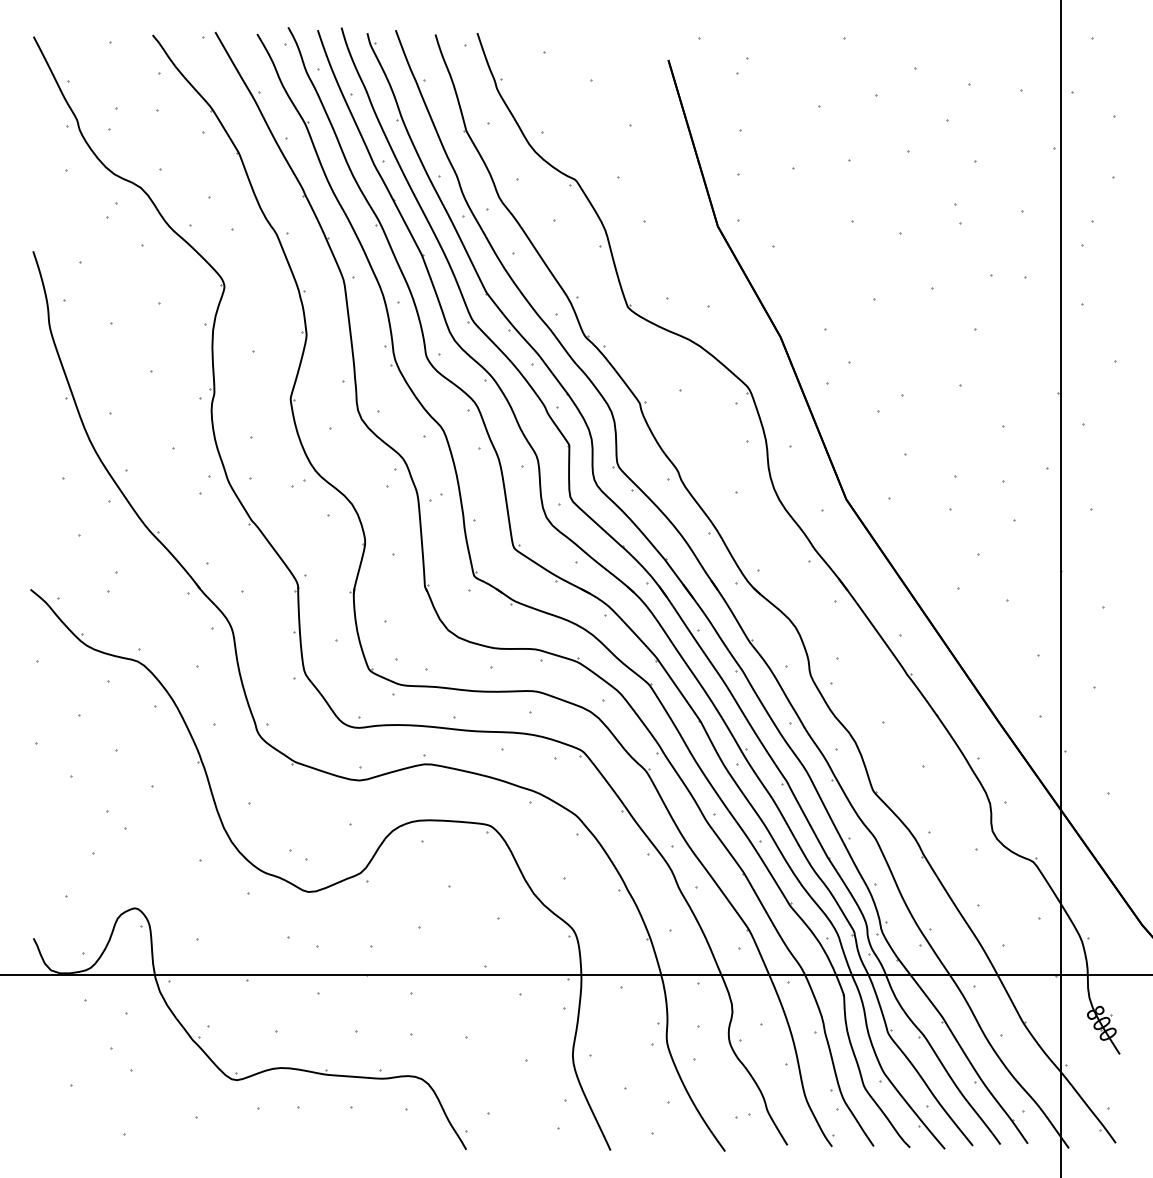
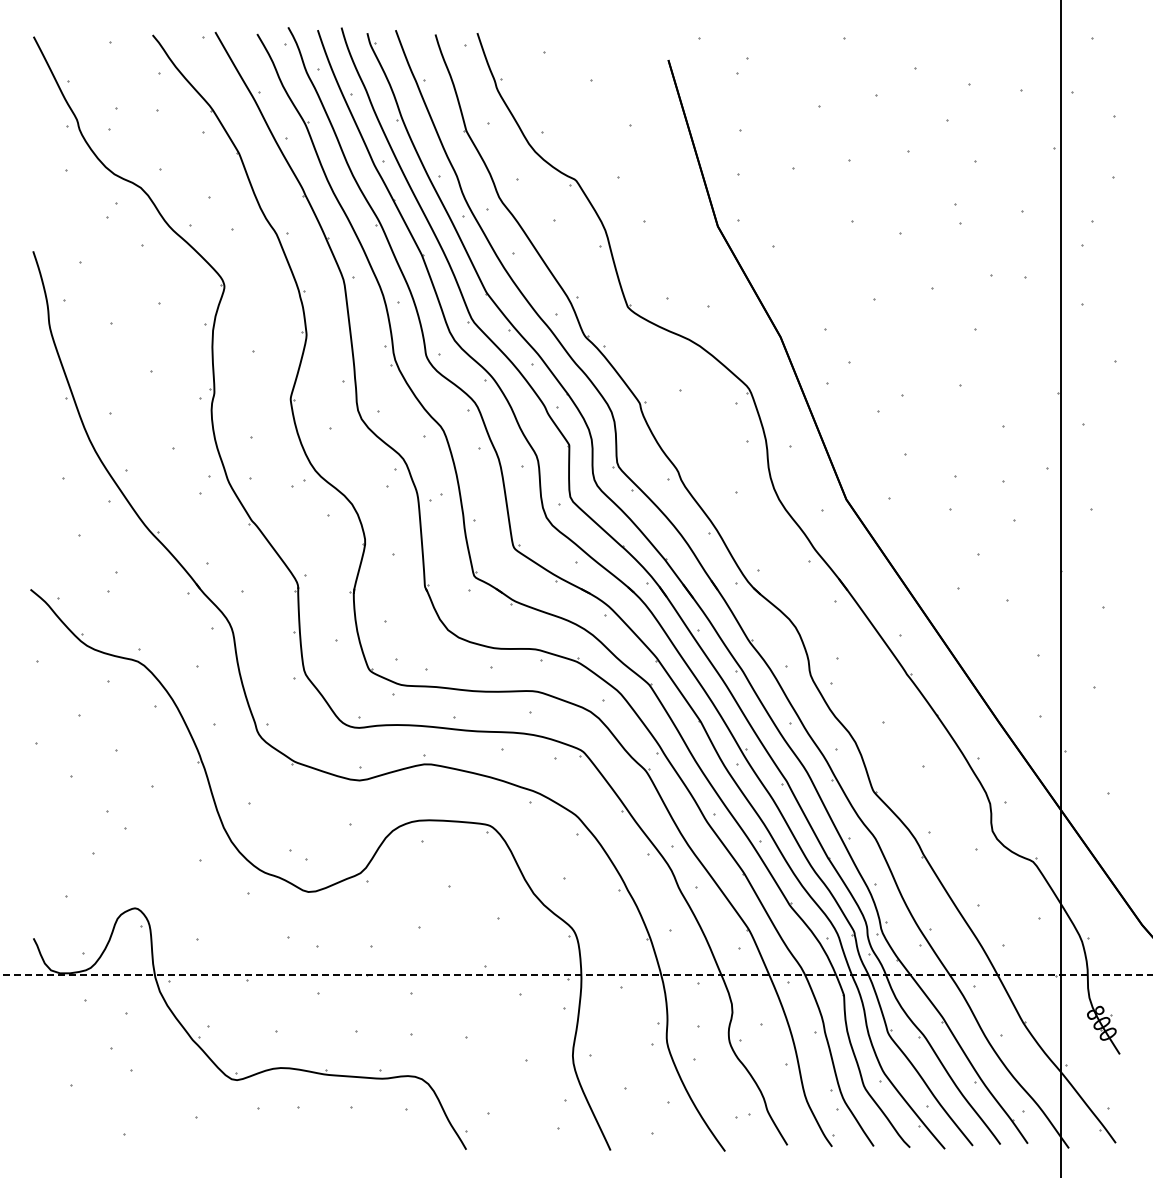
line at (576, 974): solid -> dashed
